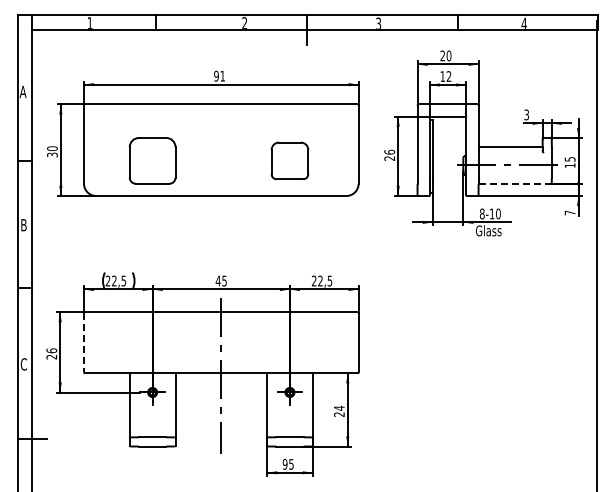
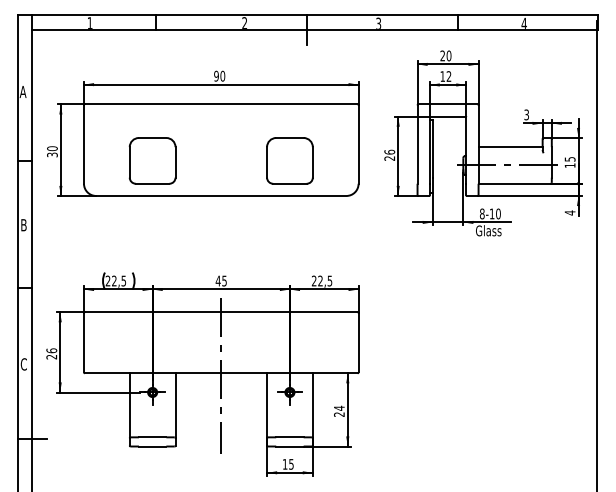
text at (222, 75): 91 -> 90
part at (289, 160) size: 40x39 px -> 48x48 px
line at (515, 183): dashed -> solid
text at (569, 212): 7 -> 4
line at (84, 342): dashed -> solid
text at (284, 464): 95 -> 15
